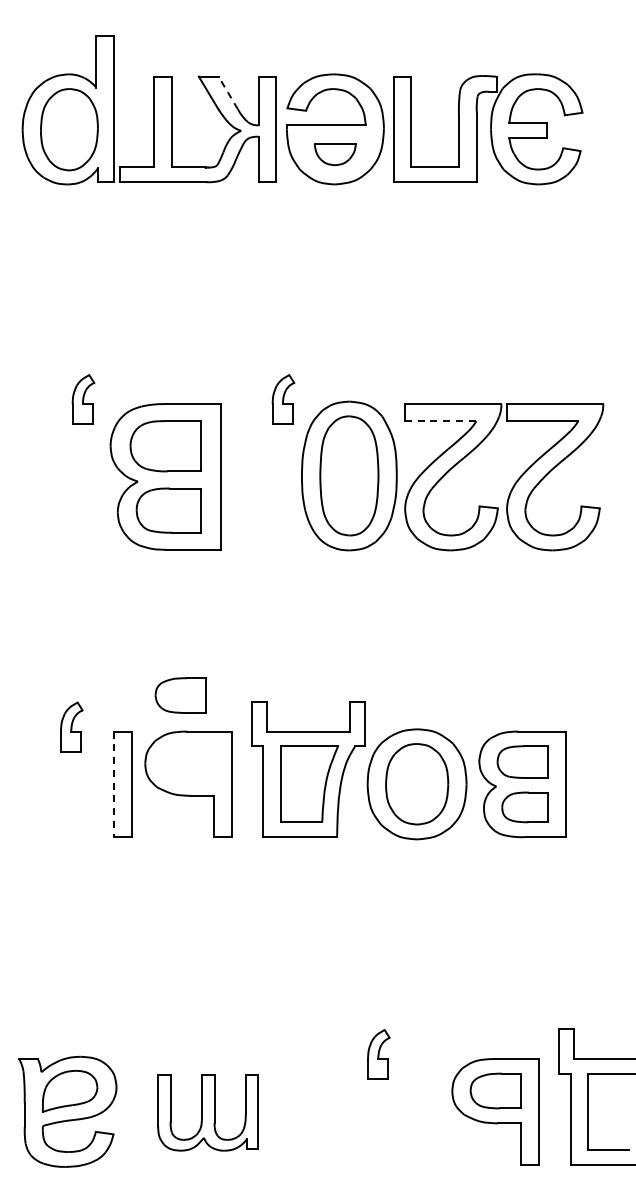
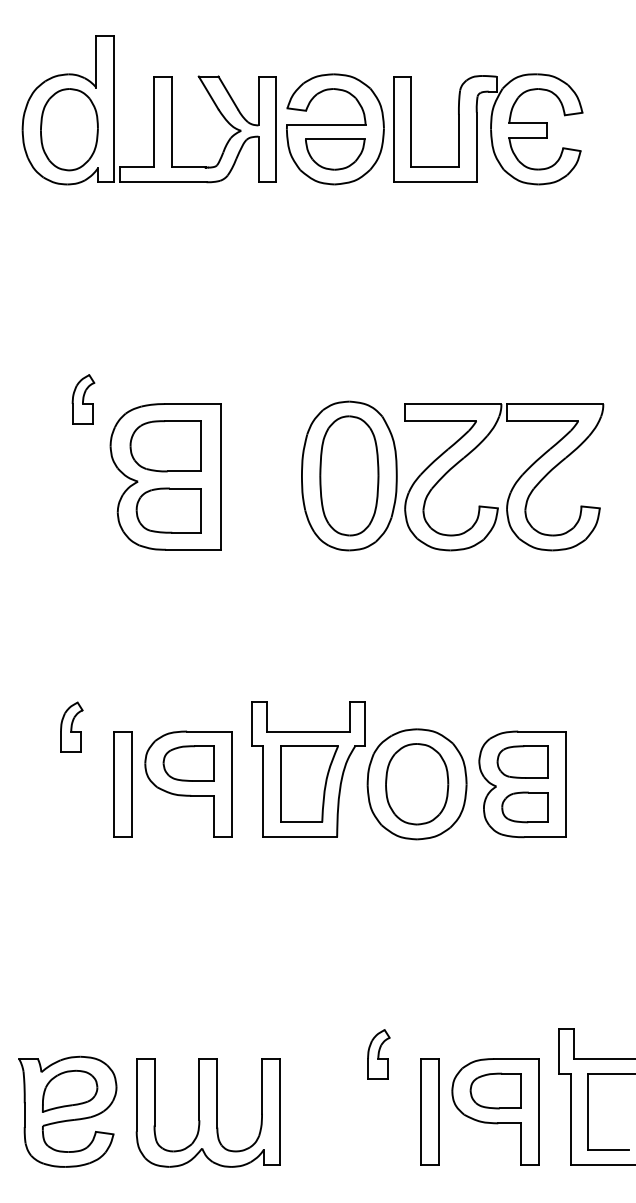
line at (228, 92): dashed -> solid
part at (334, 154) size: 44x24 px -> 61x33 px
part at (283, 399): present -> none
line at (440, 421): dashed -> solid
part at (180, 695) position: (180, 695) -> (188, 763)
line at (113, 784): dashed -> solid
part at (429, 1111): none -> present
part at (207, 1112) size: 102x78 px -> 146x110 px
